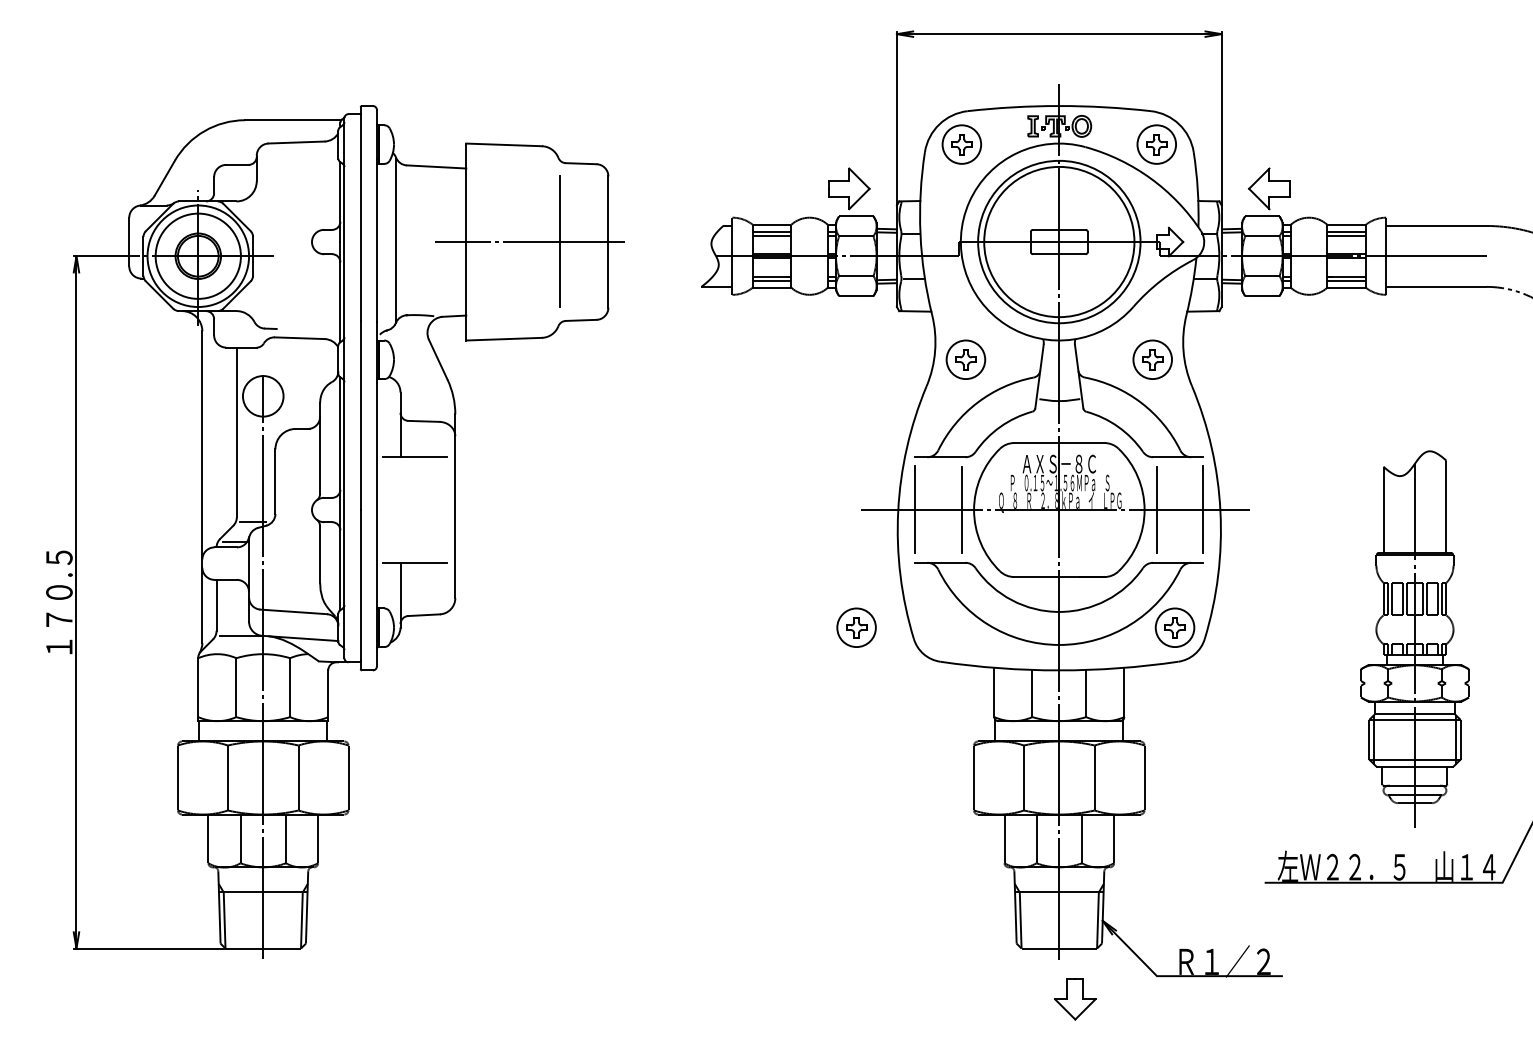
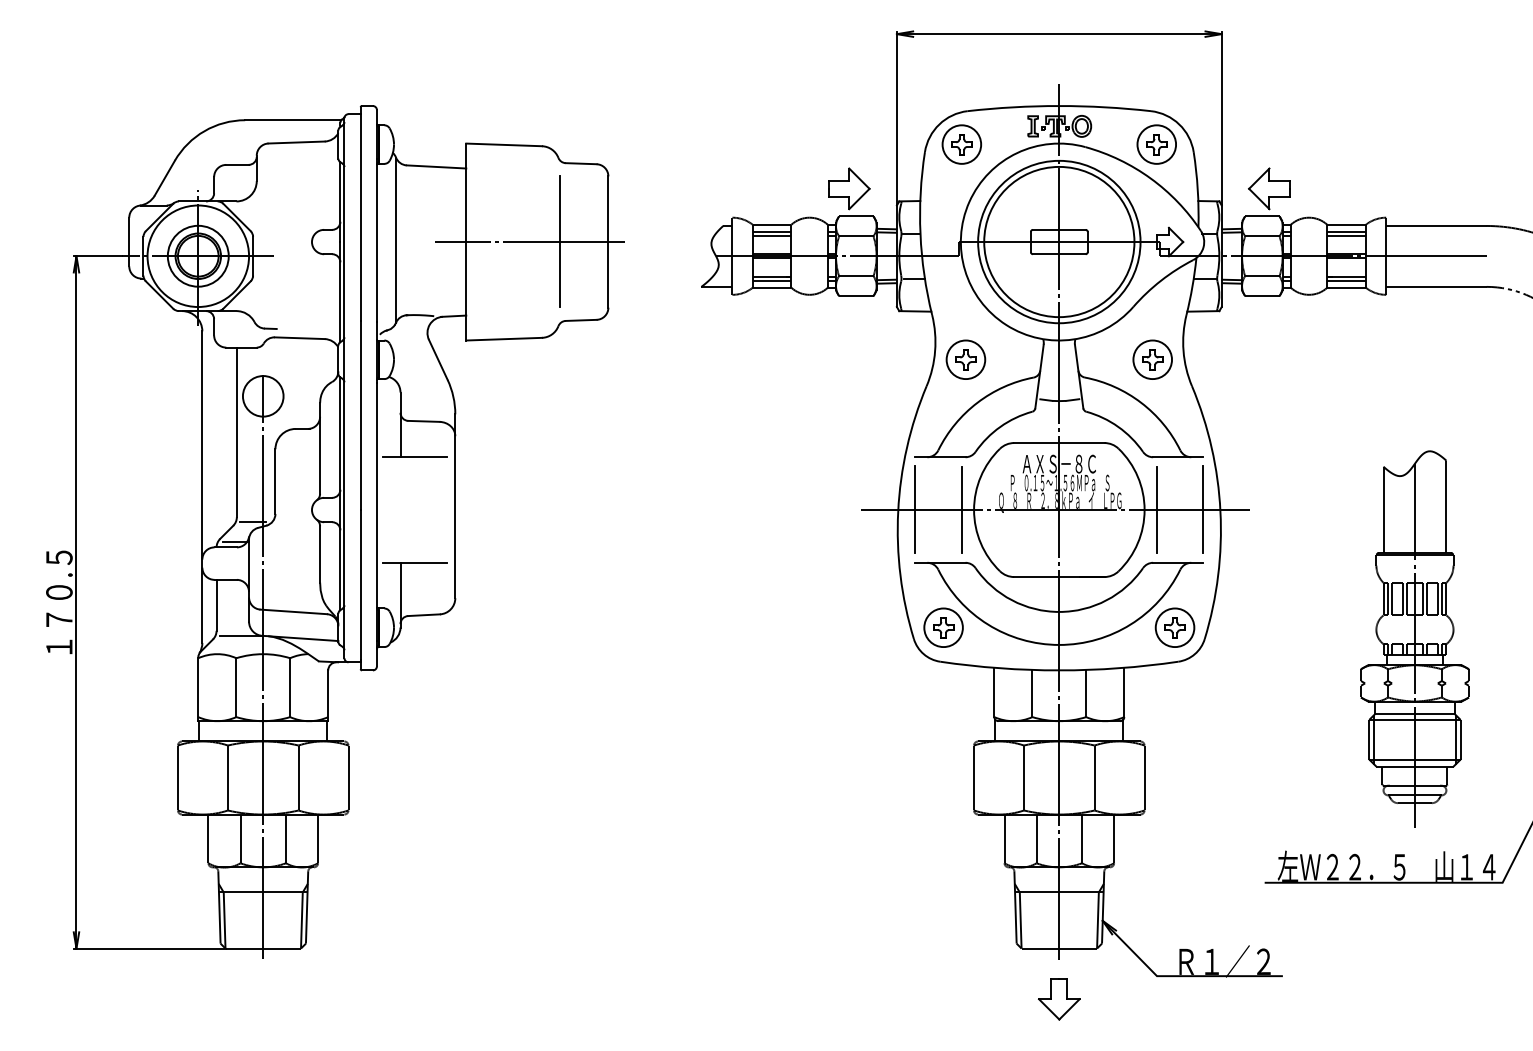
circle at (197, 255) diameter: 85 px -> 61 px
part at (856, 627) position: (856, 627) -> (943, 627)
part at (1075, 999) position: (1075, 999) -> (1059, 999)
